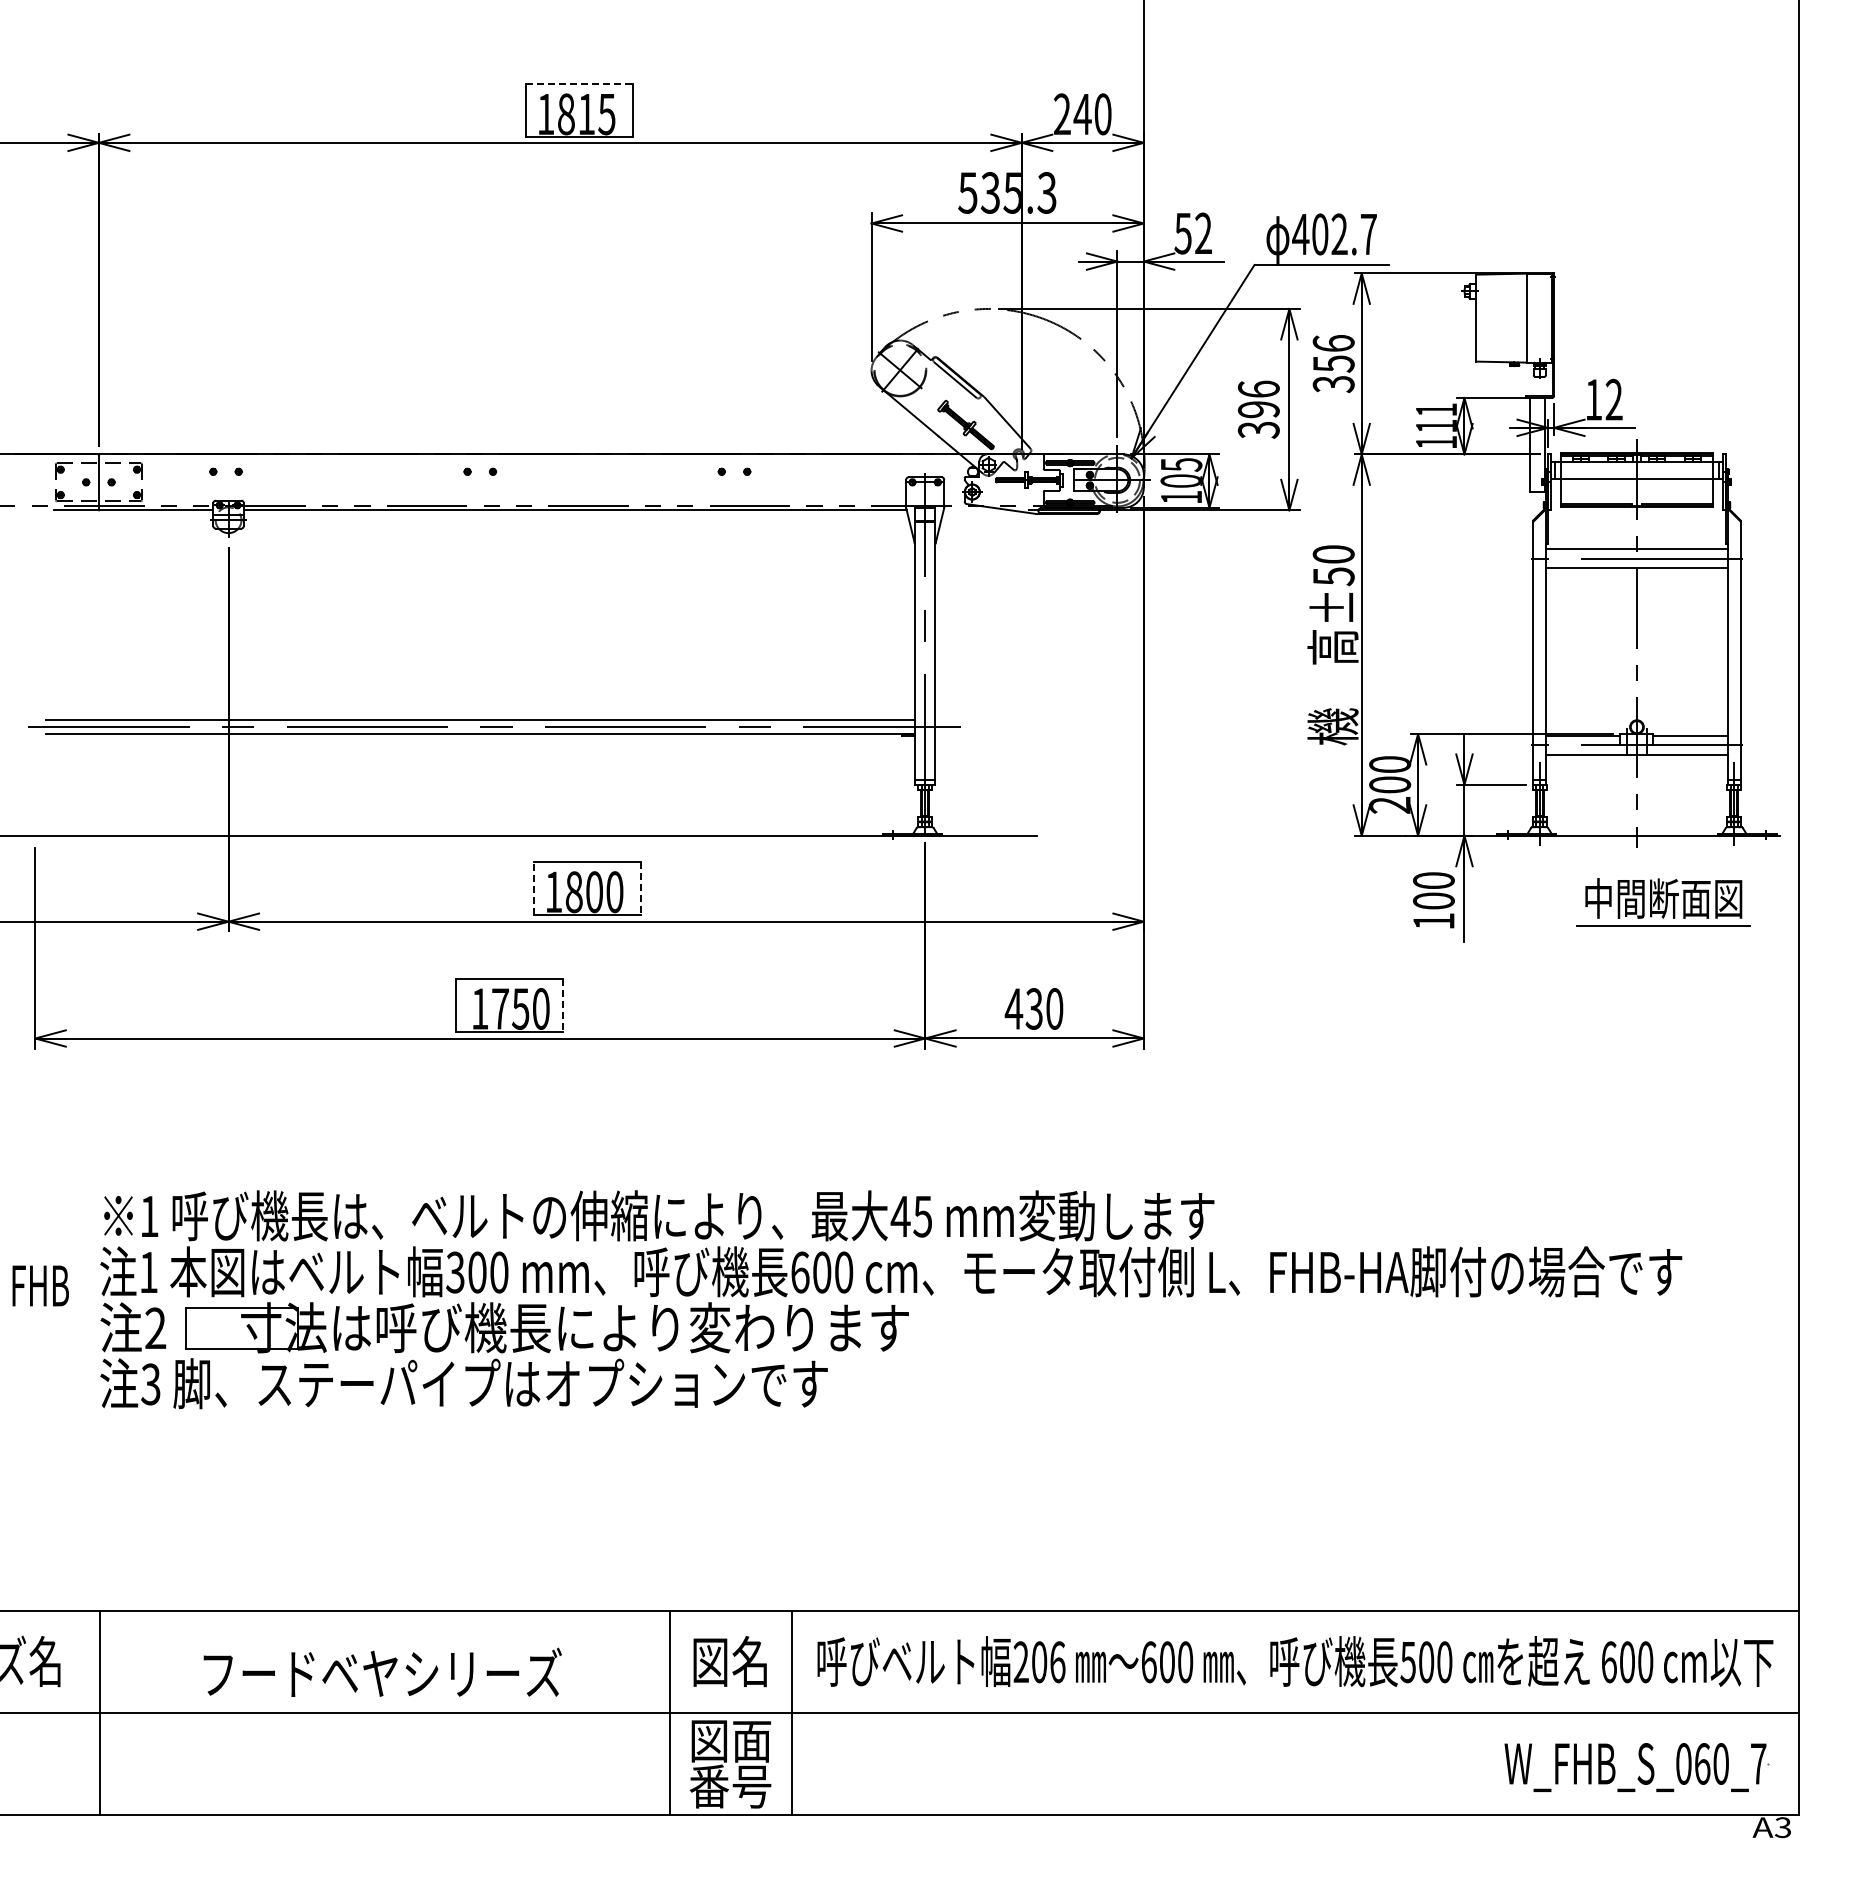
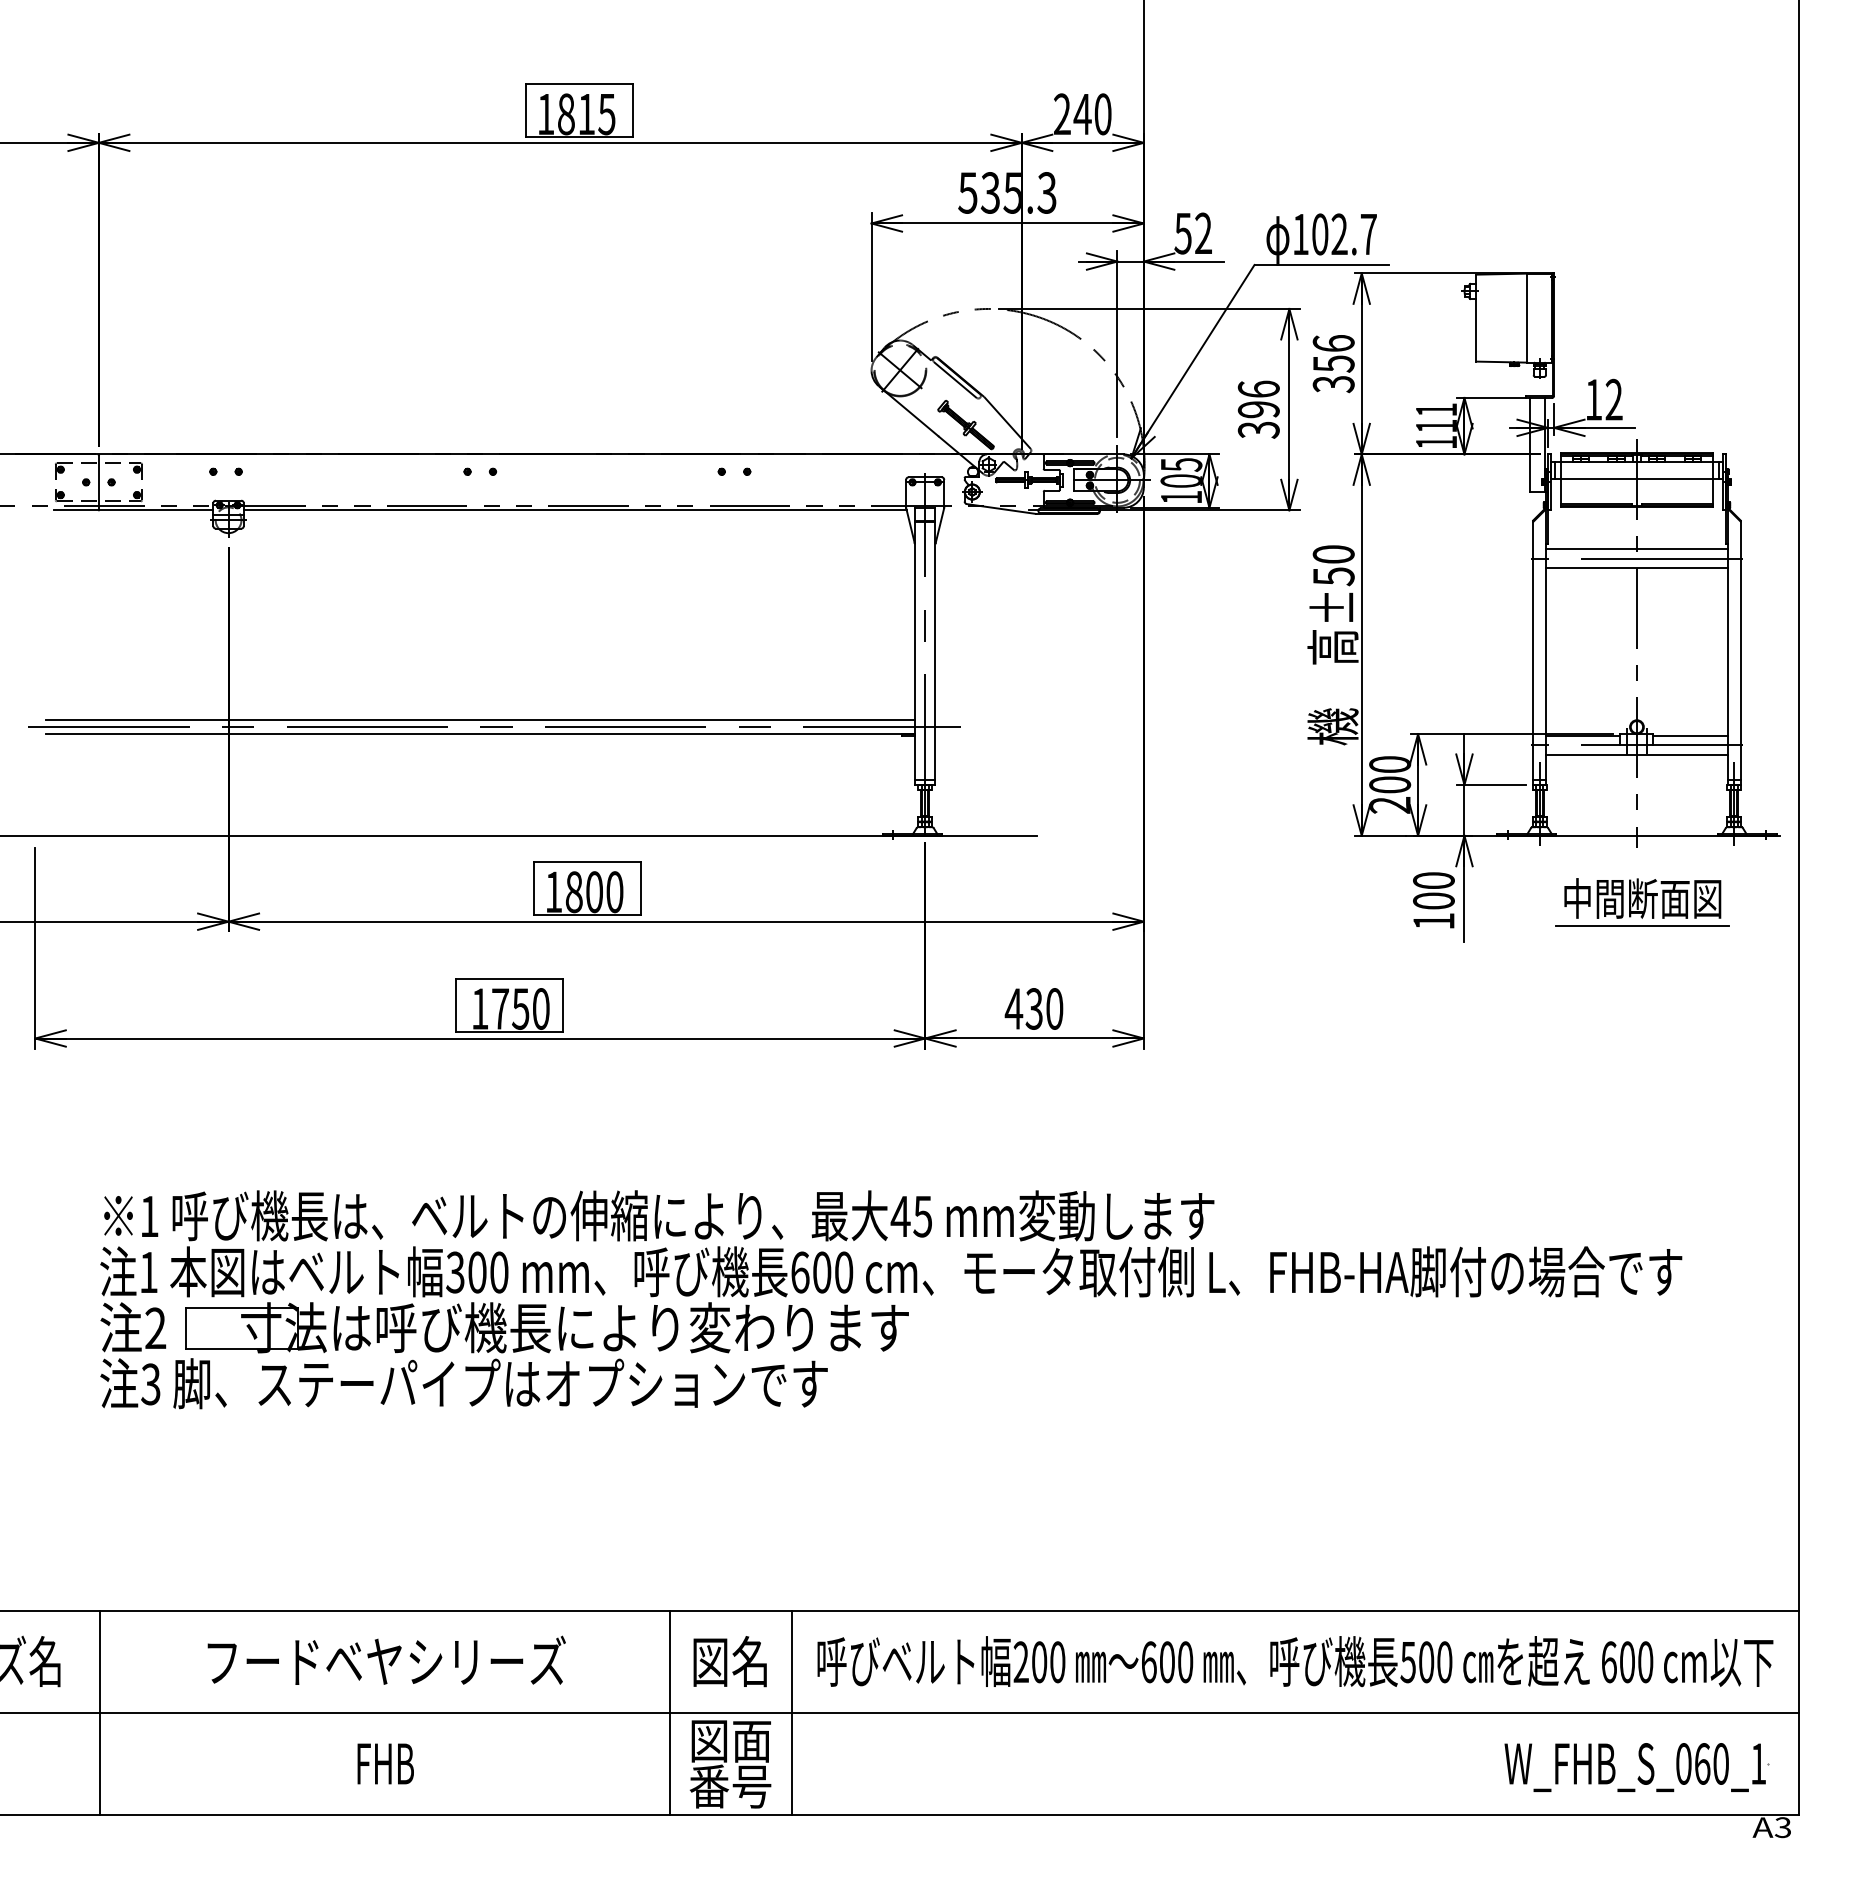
line at (579, 84): dashed -> solid
text at (1300, 234): 402.7 -> 102.7
line at (534, 887): dashed -> solid
line at (641, 888): dashed -> solid
part at (1663, 902) position: (1663, 902) -> (1642, 902)
line at (563, 1005): dashed -> solid
text at (40, 1285) position: (40, 1285) -> (385, 1763)
text at (1057, 1662): 206 -> 200
text at (382, 1671) position: (382, 1671) -> (386, 1659)
text at (1758, 1763): W_FHB_S_060_7 -> W_FHB_S_060_1
